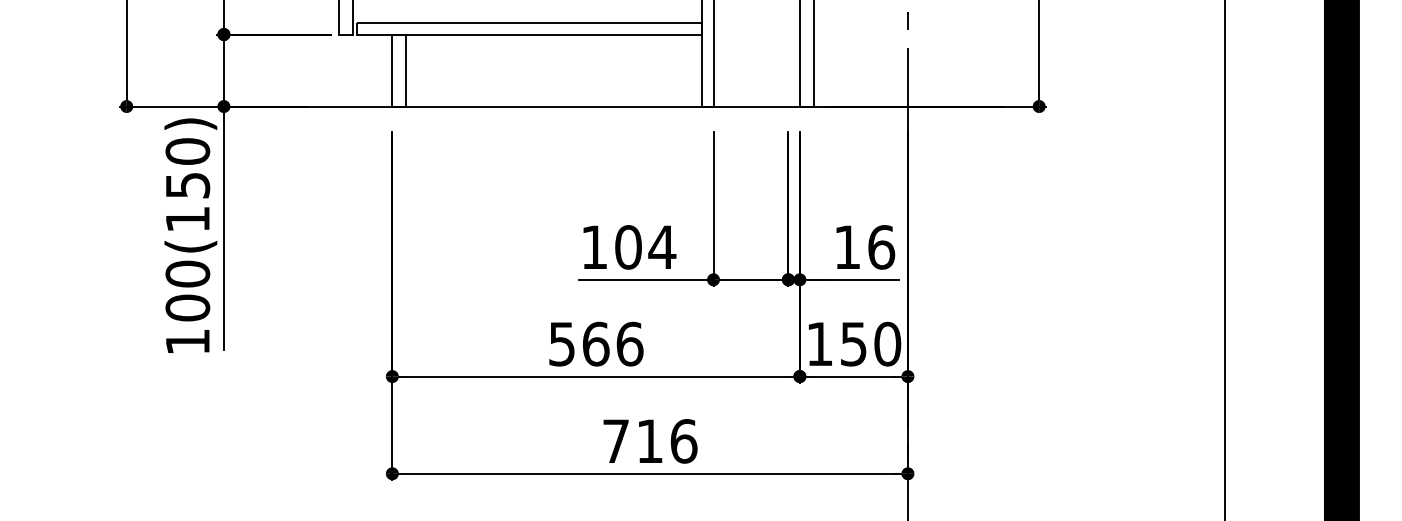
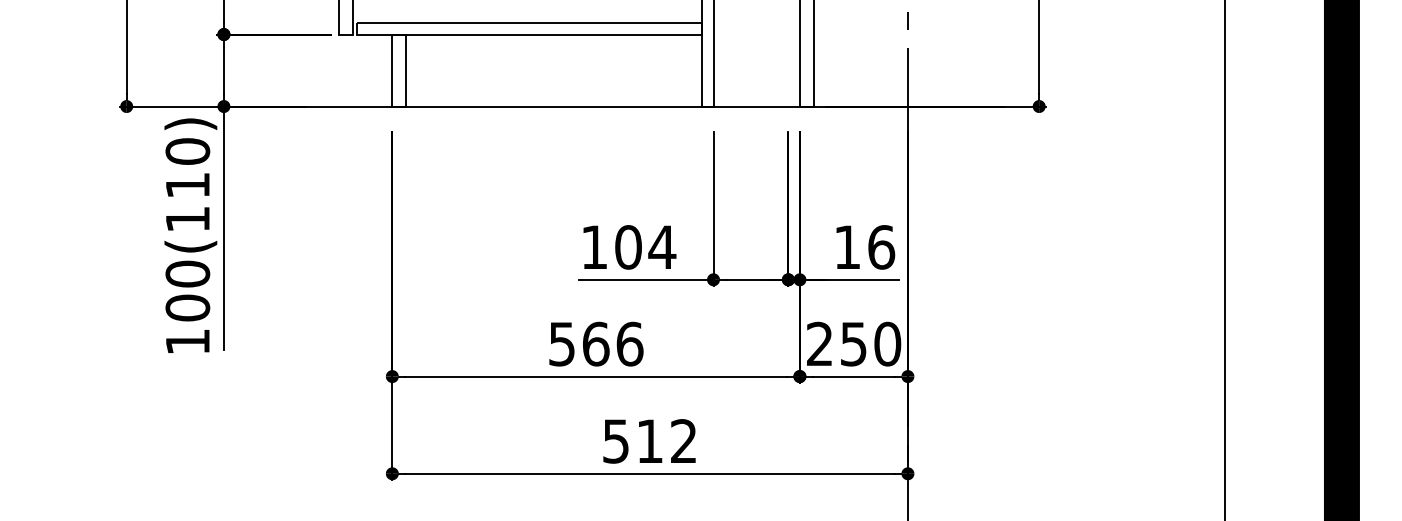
text at (188, 185): 100(150) -> 100(110)
text at (819, 343): 150 -> 250
text at (650, 441): 716 -> 512
